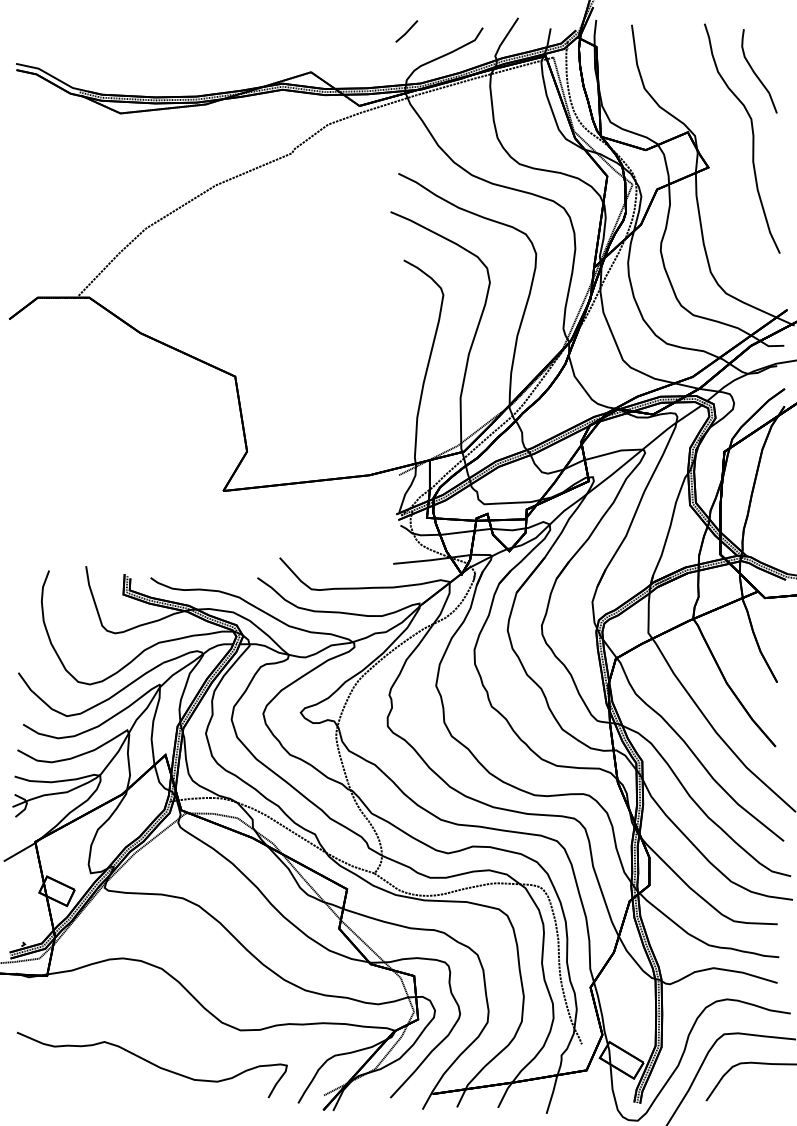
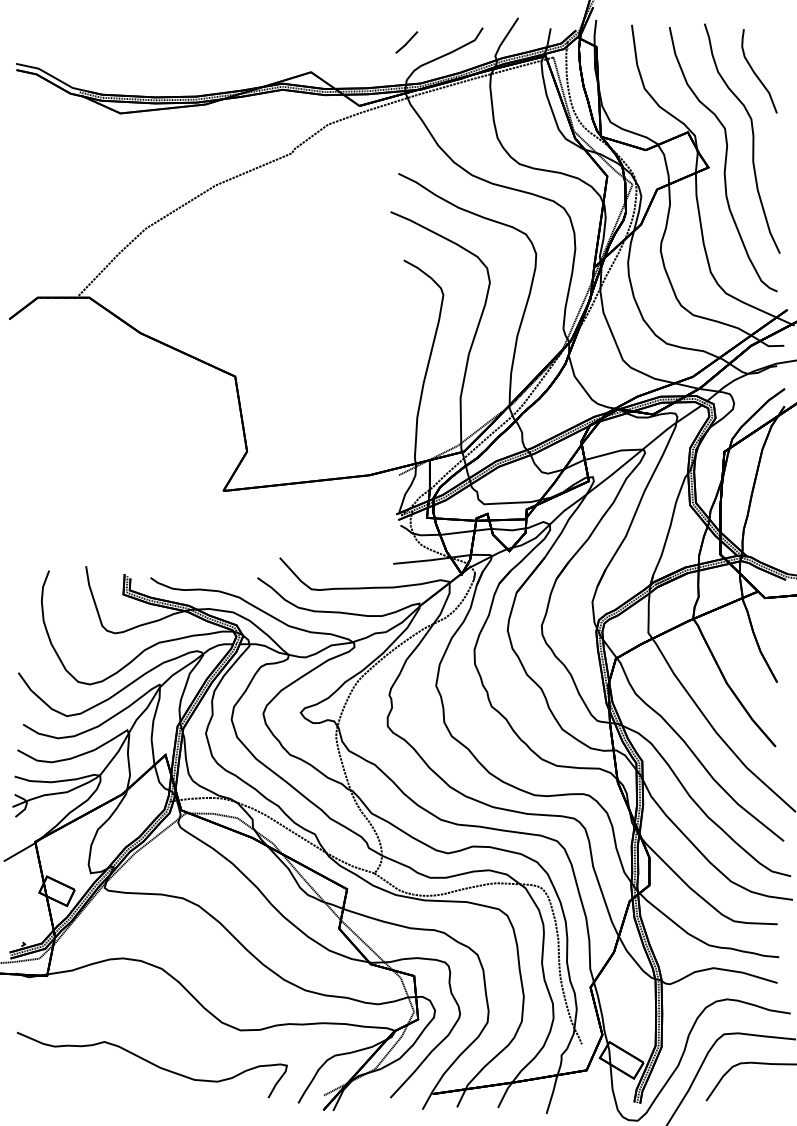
line at (406, 31) position: (406, 31) -> (406, 42)
curve at (724, 160): none -> present
